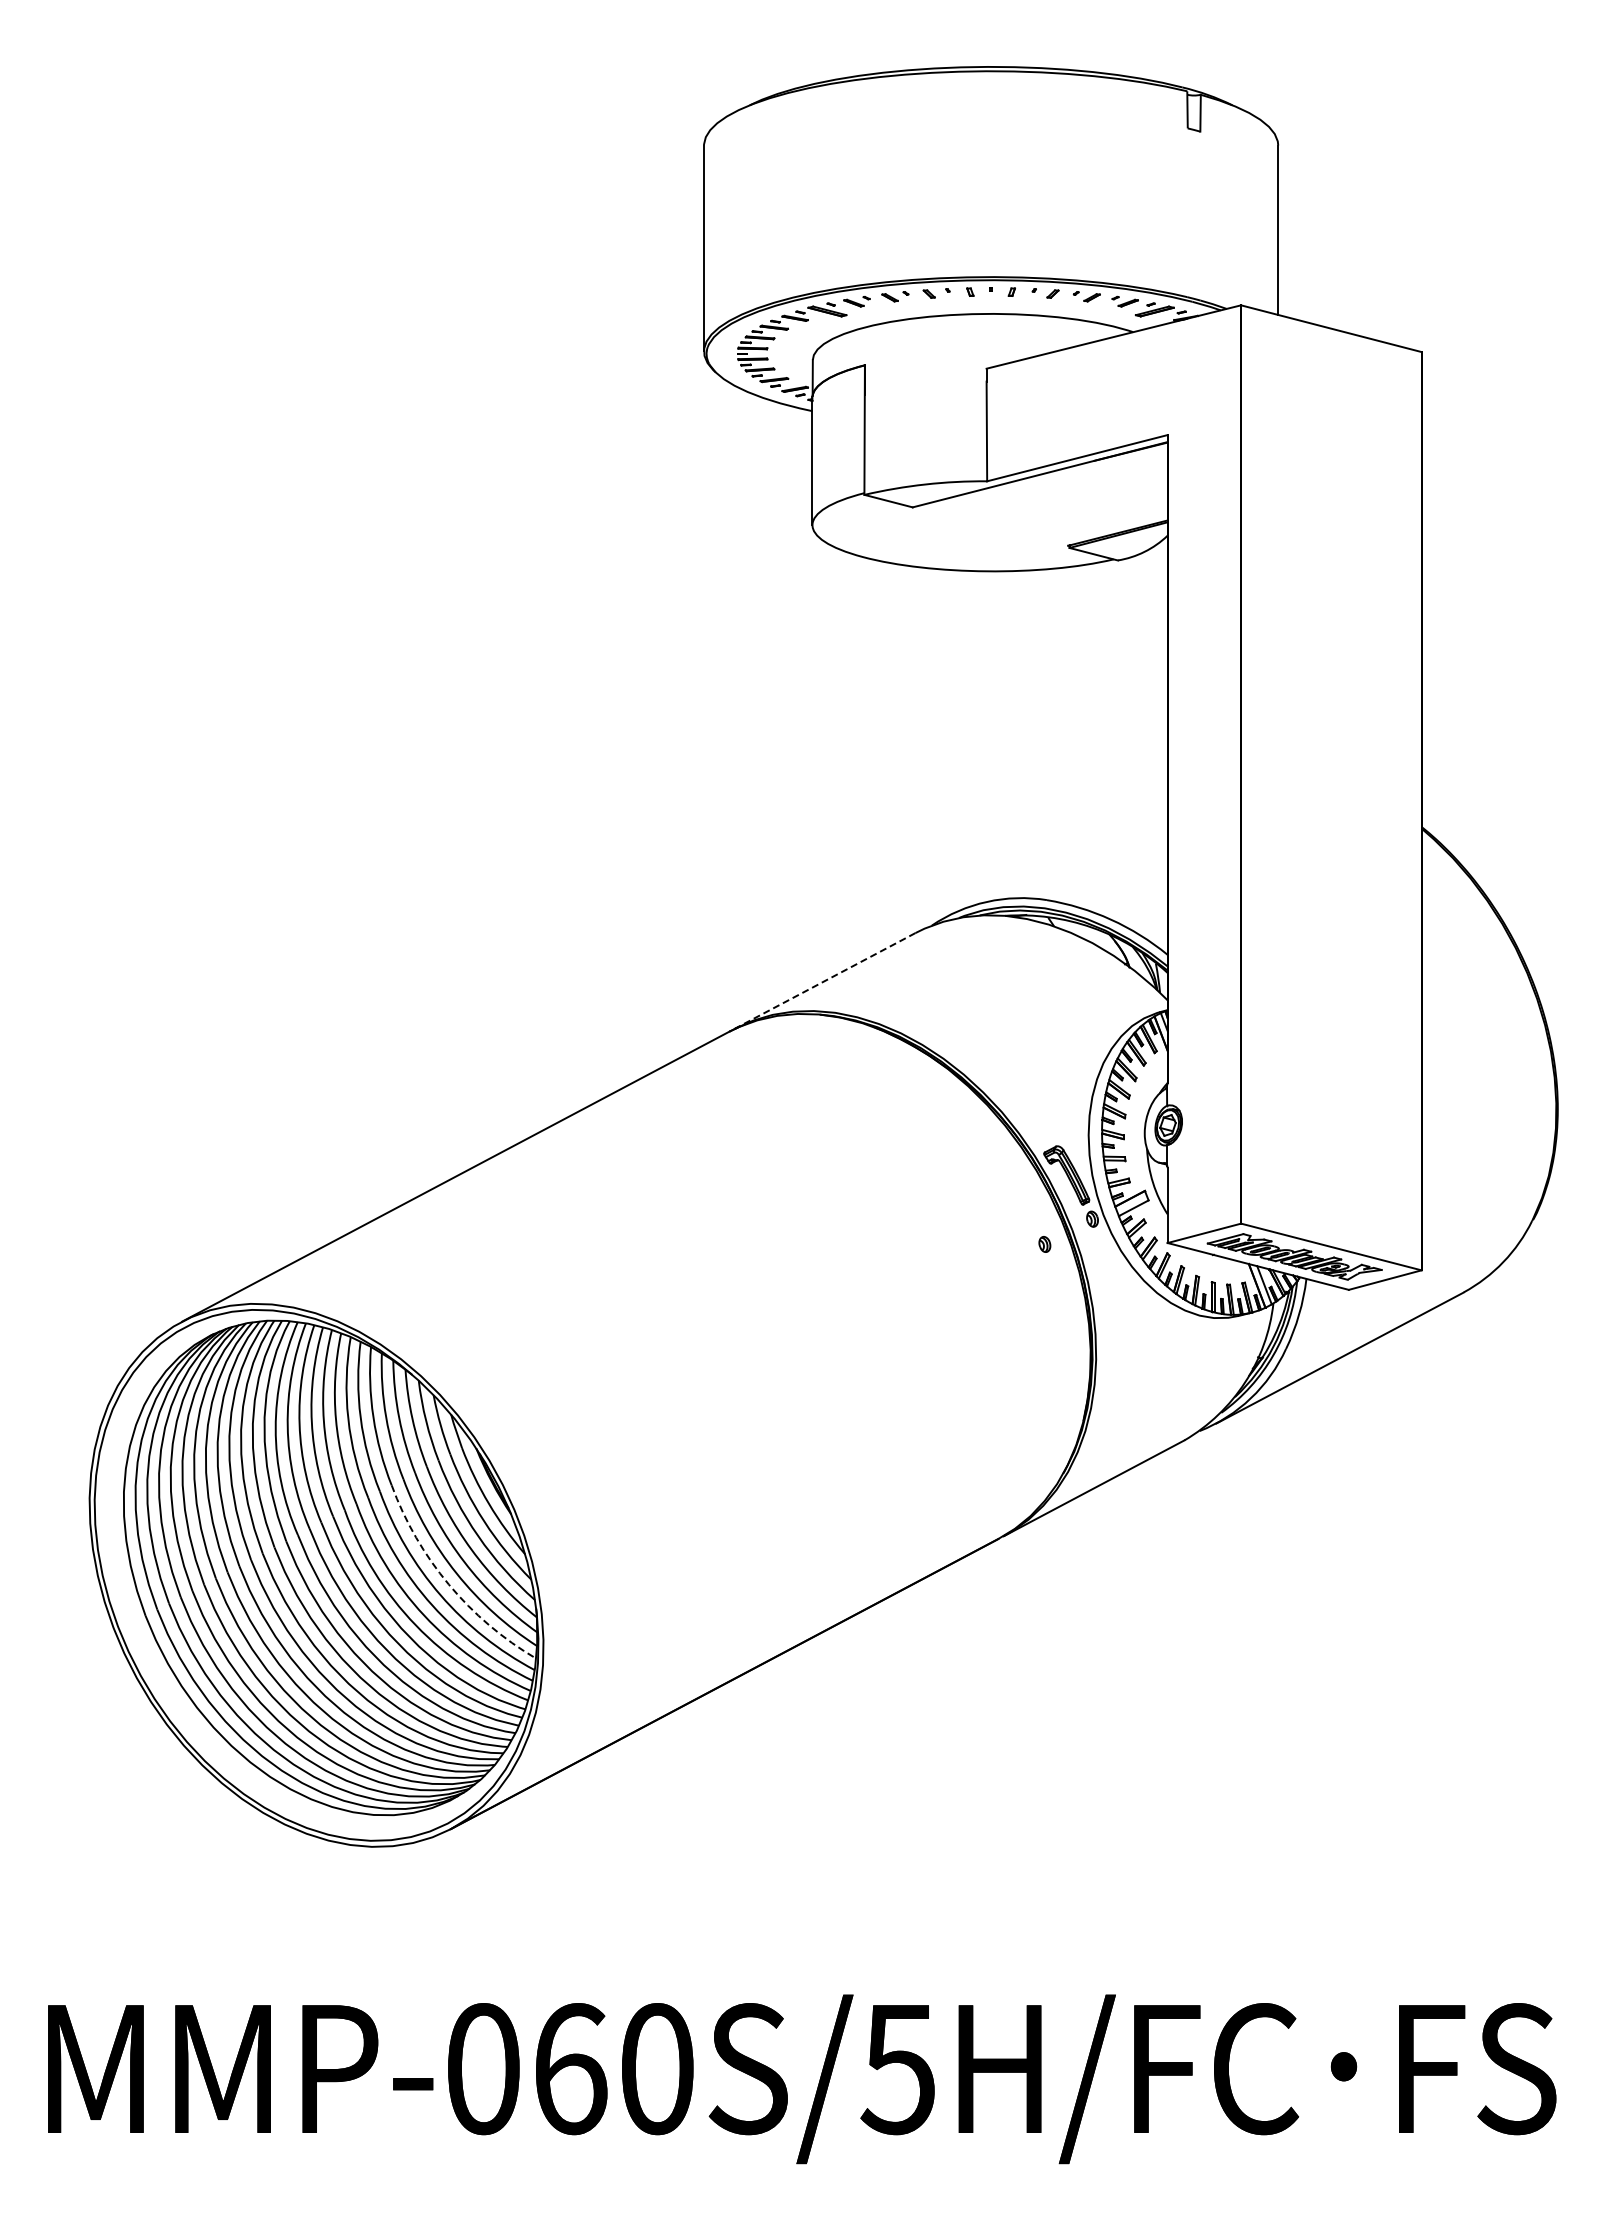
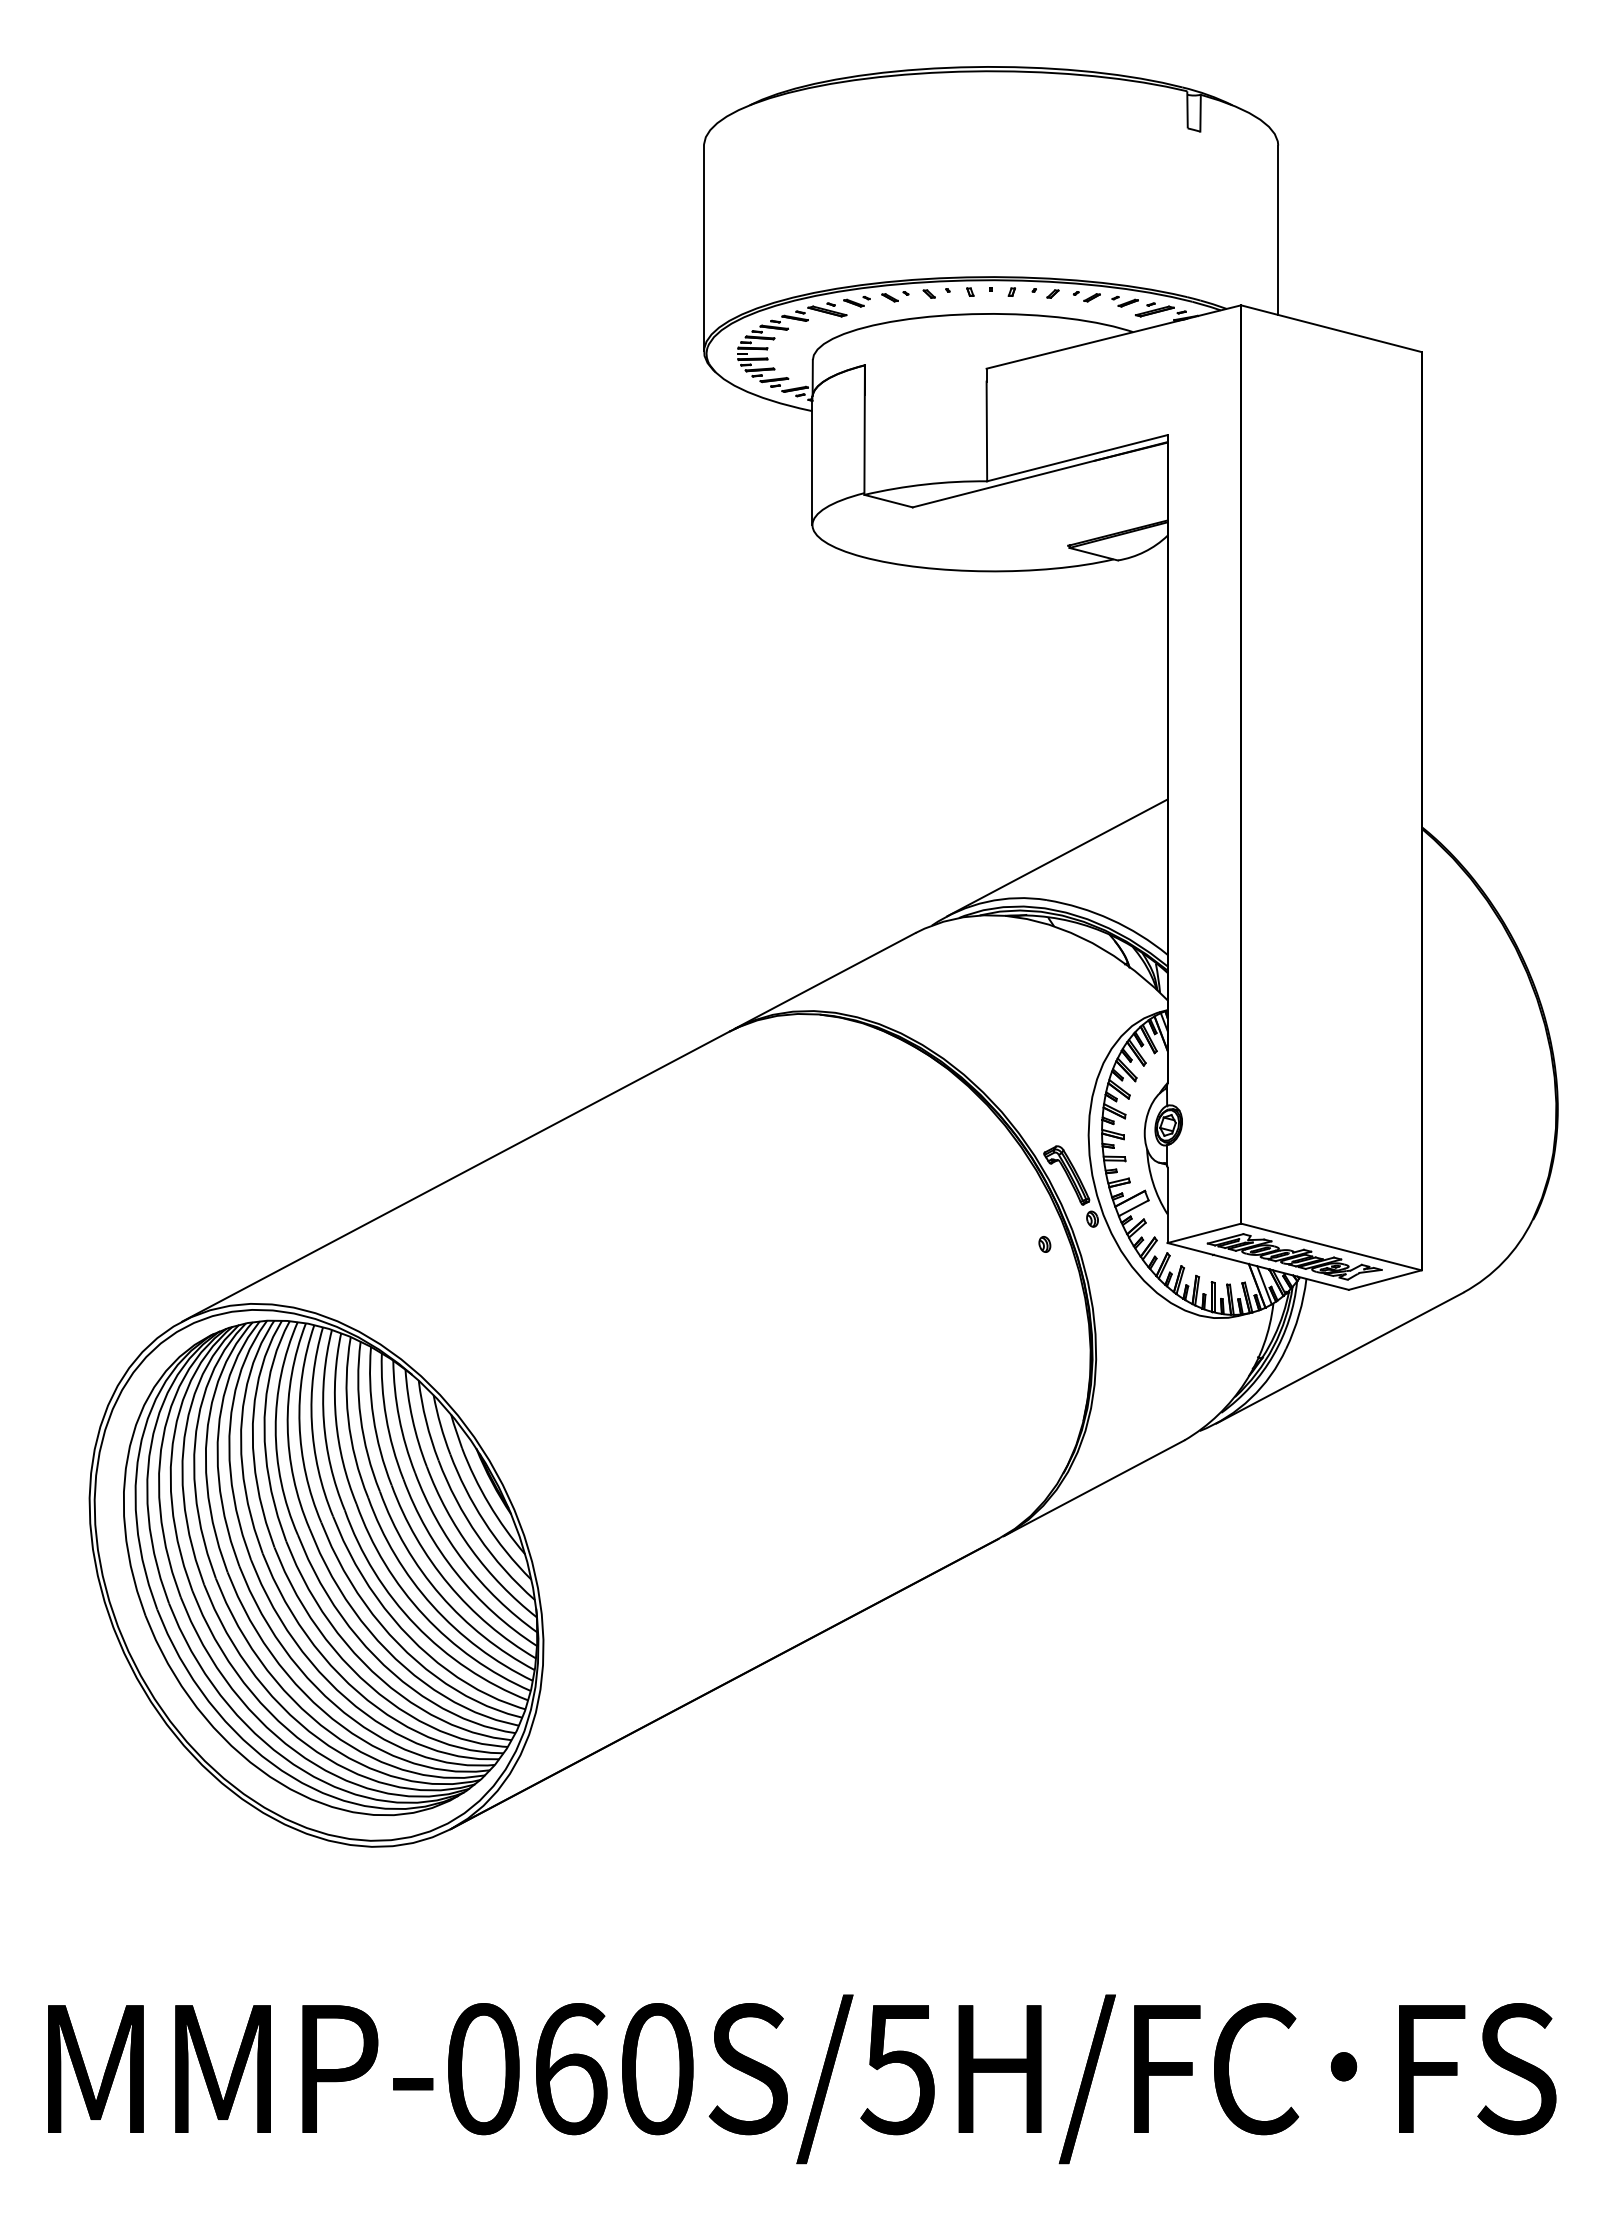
line at (1057, 857): none -> present
line at (824, 981): dashed -> solid
arc at (448, 1584): dashed -> solid
